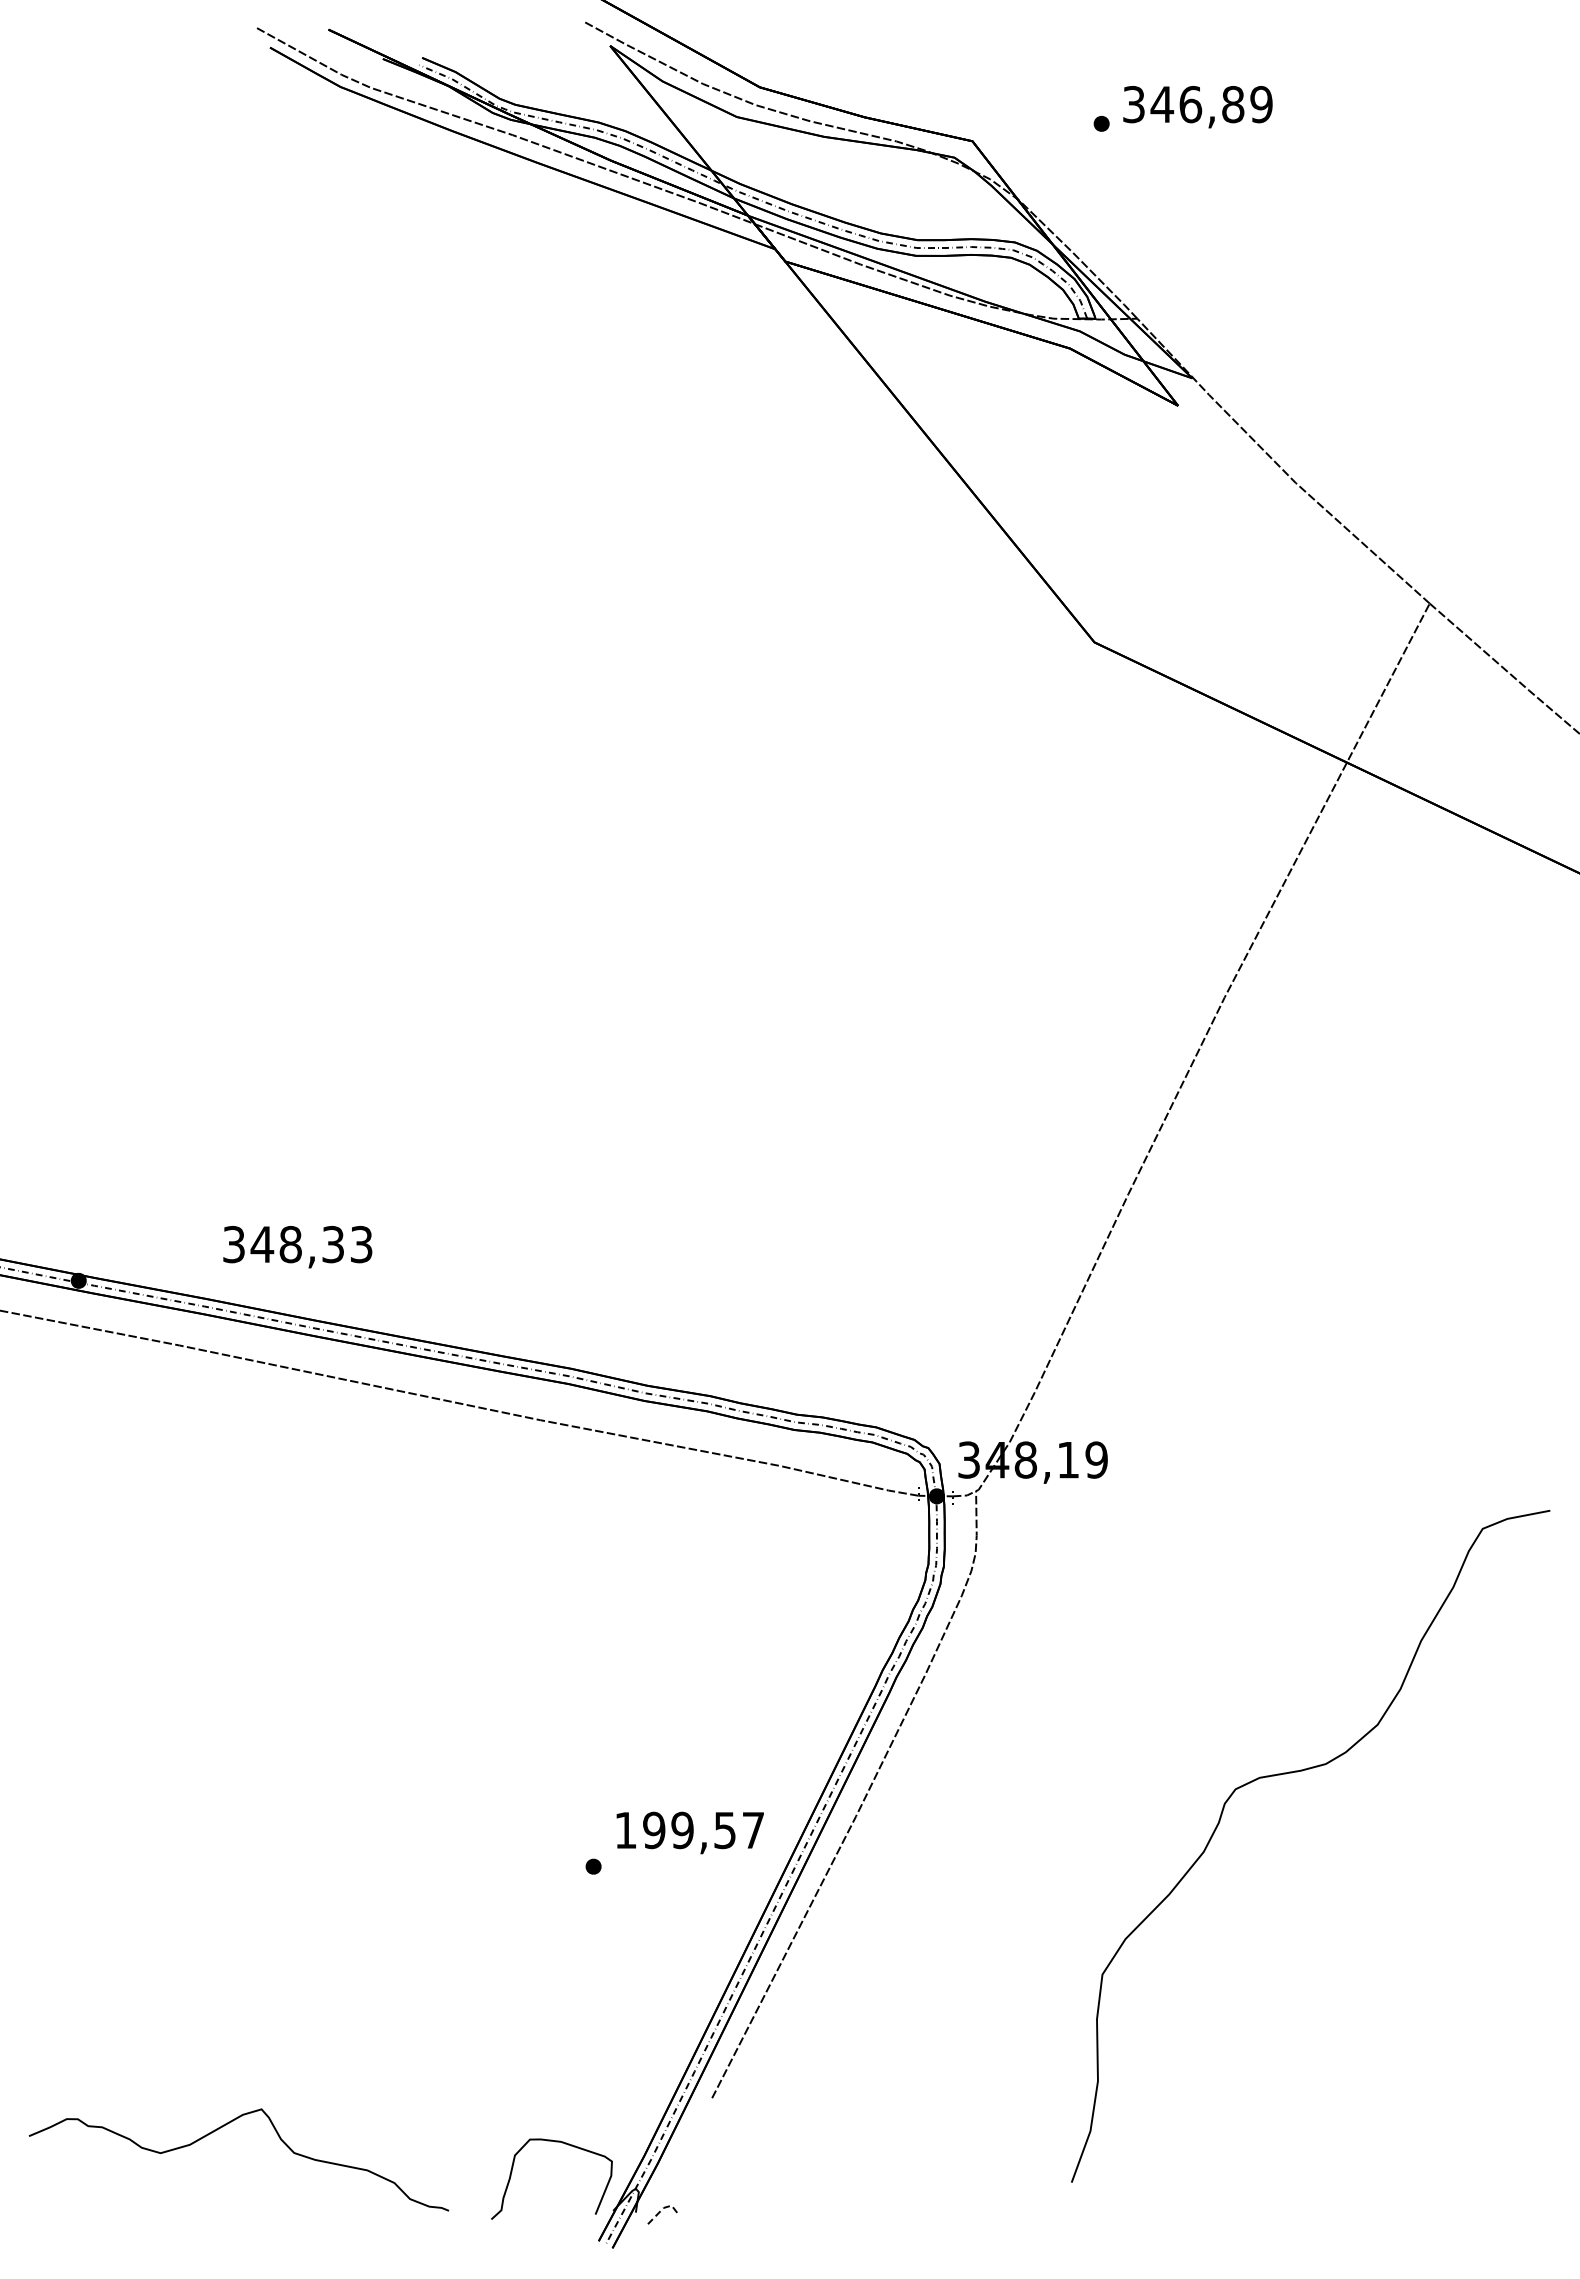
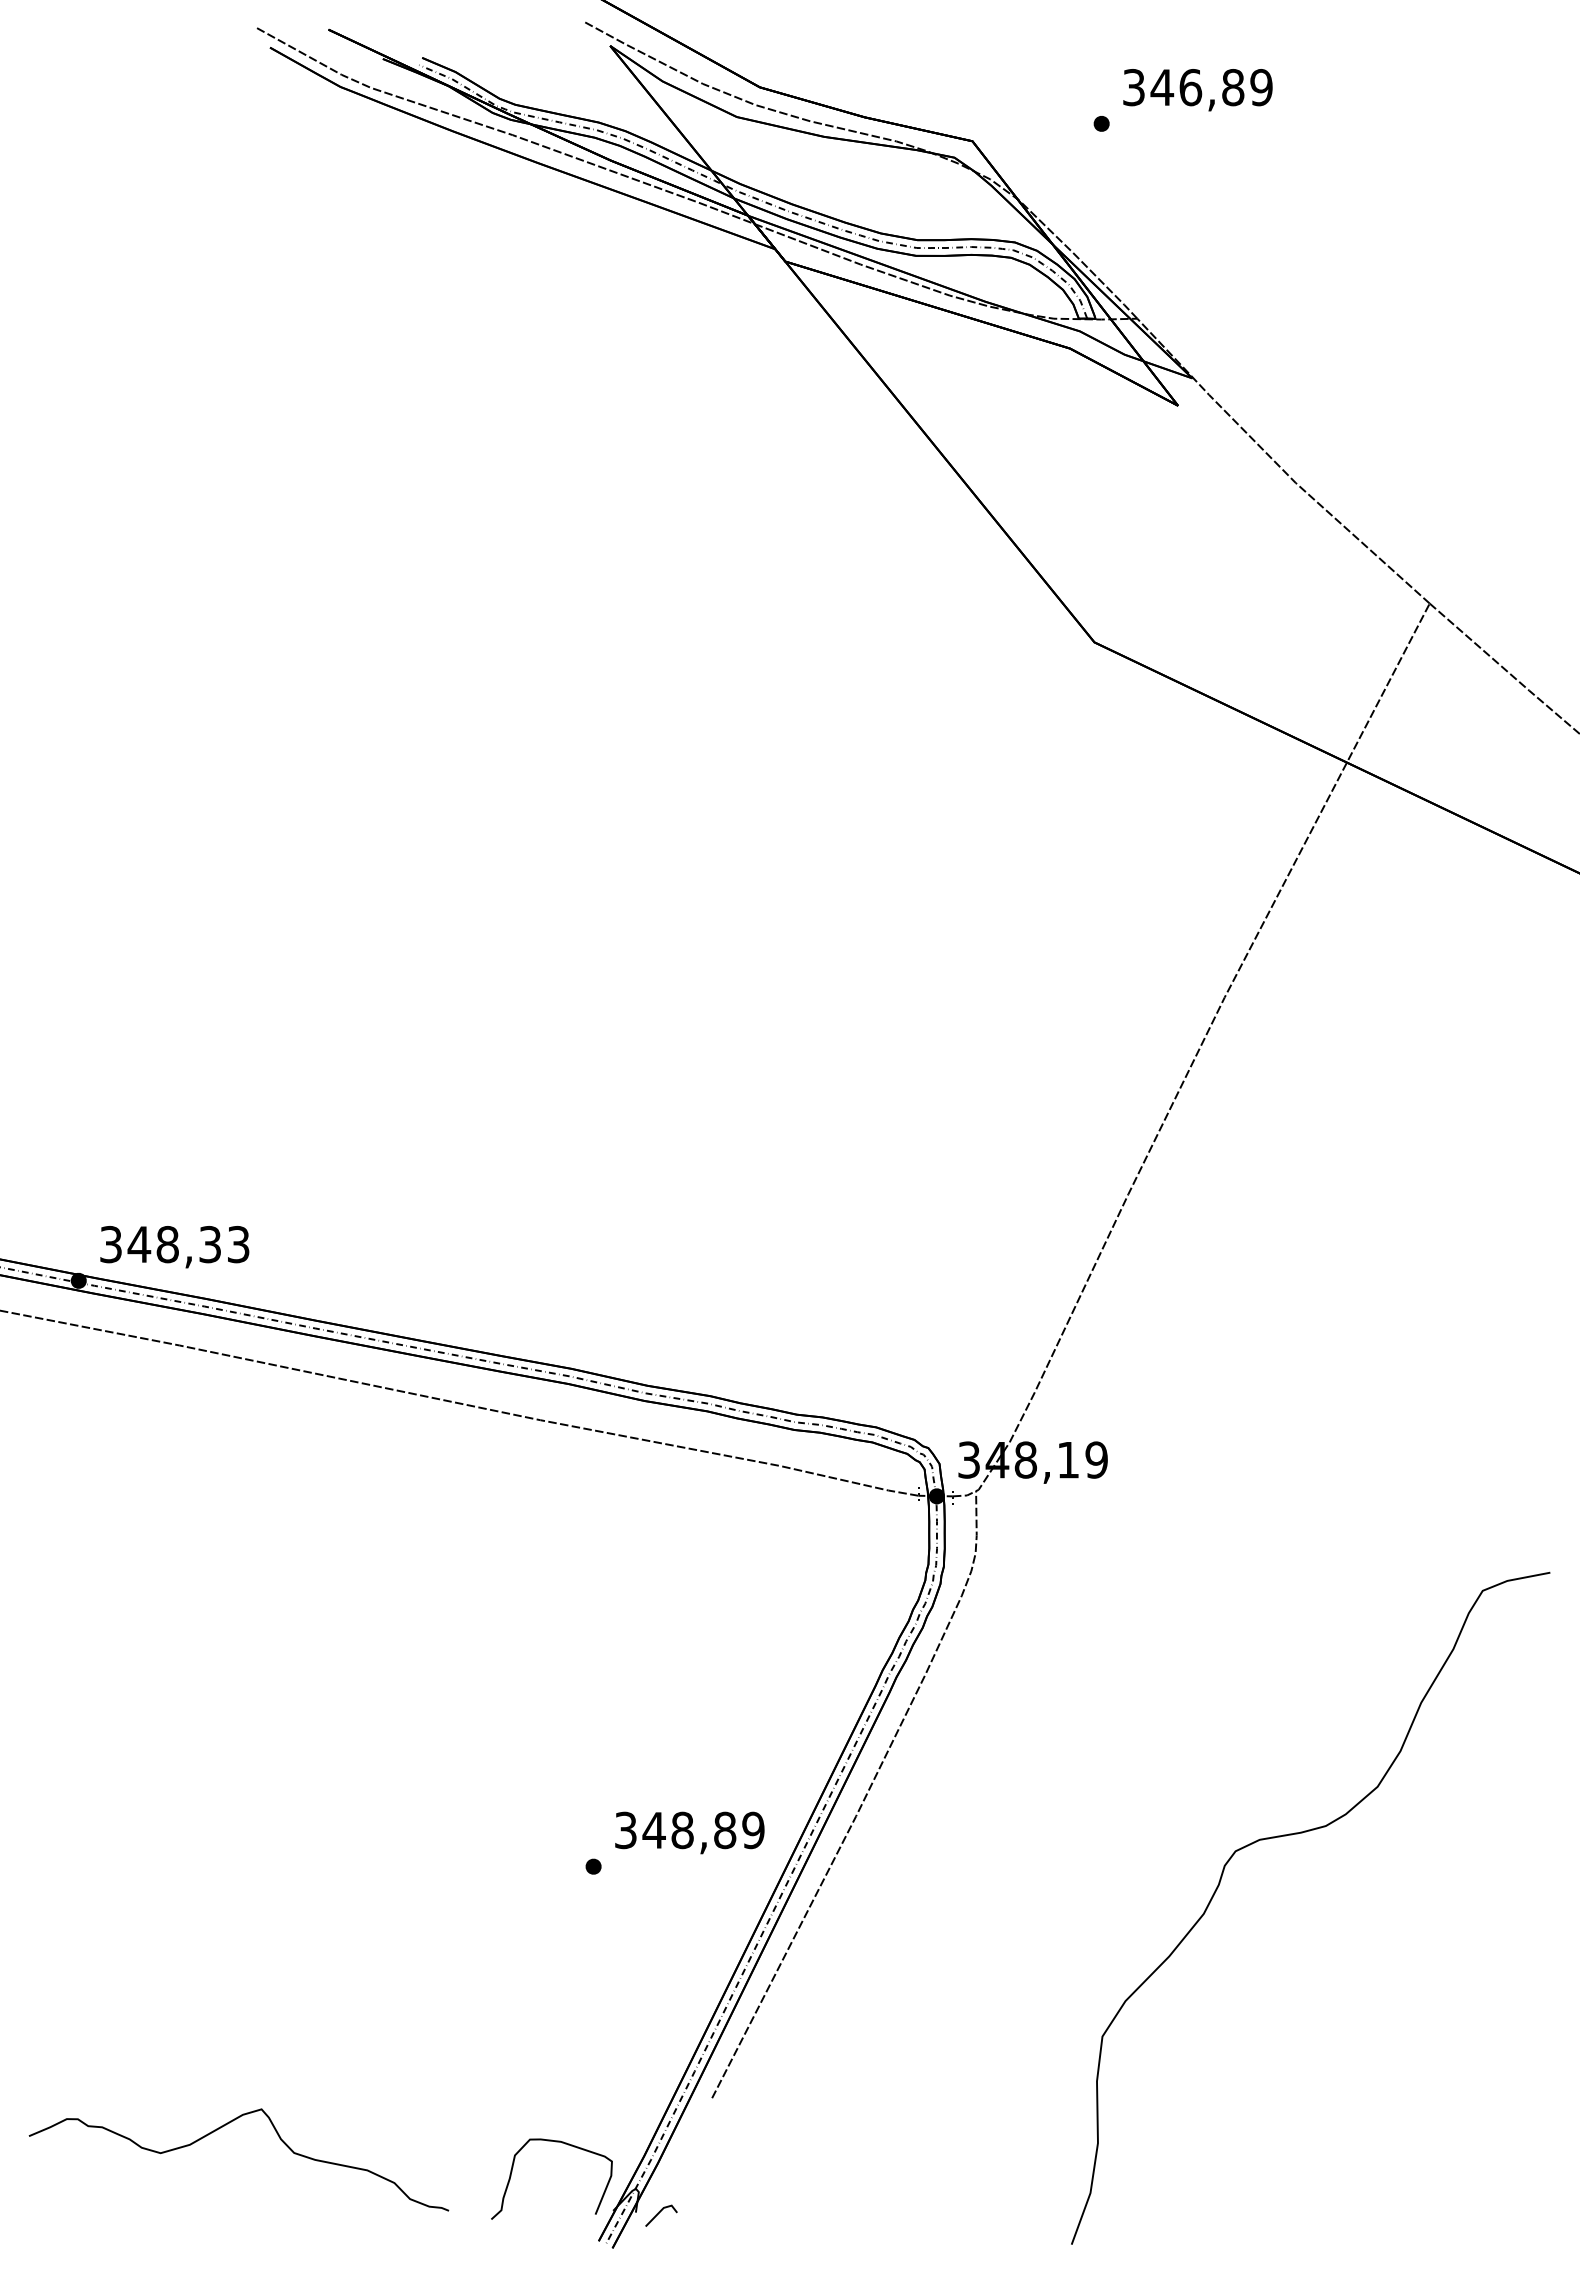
text at (1197, 107) position: (1197, 107) -> (1197, 90)
text at (297, 1247) position: (297, 1247) -> (174, 1247)
curve at (1297, 1772) position: (1297, 1772) -> (1297, 1834)
text at (689, 1830): 199,57 -> 348,89
line at (661, 2210): dashed -> solid
